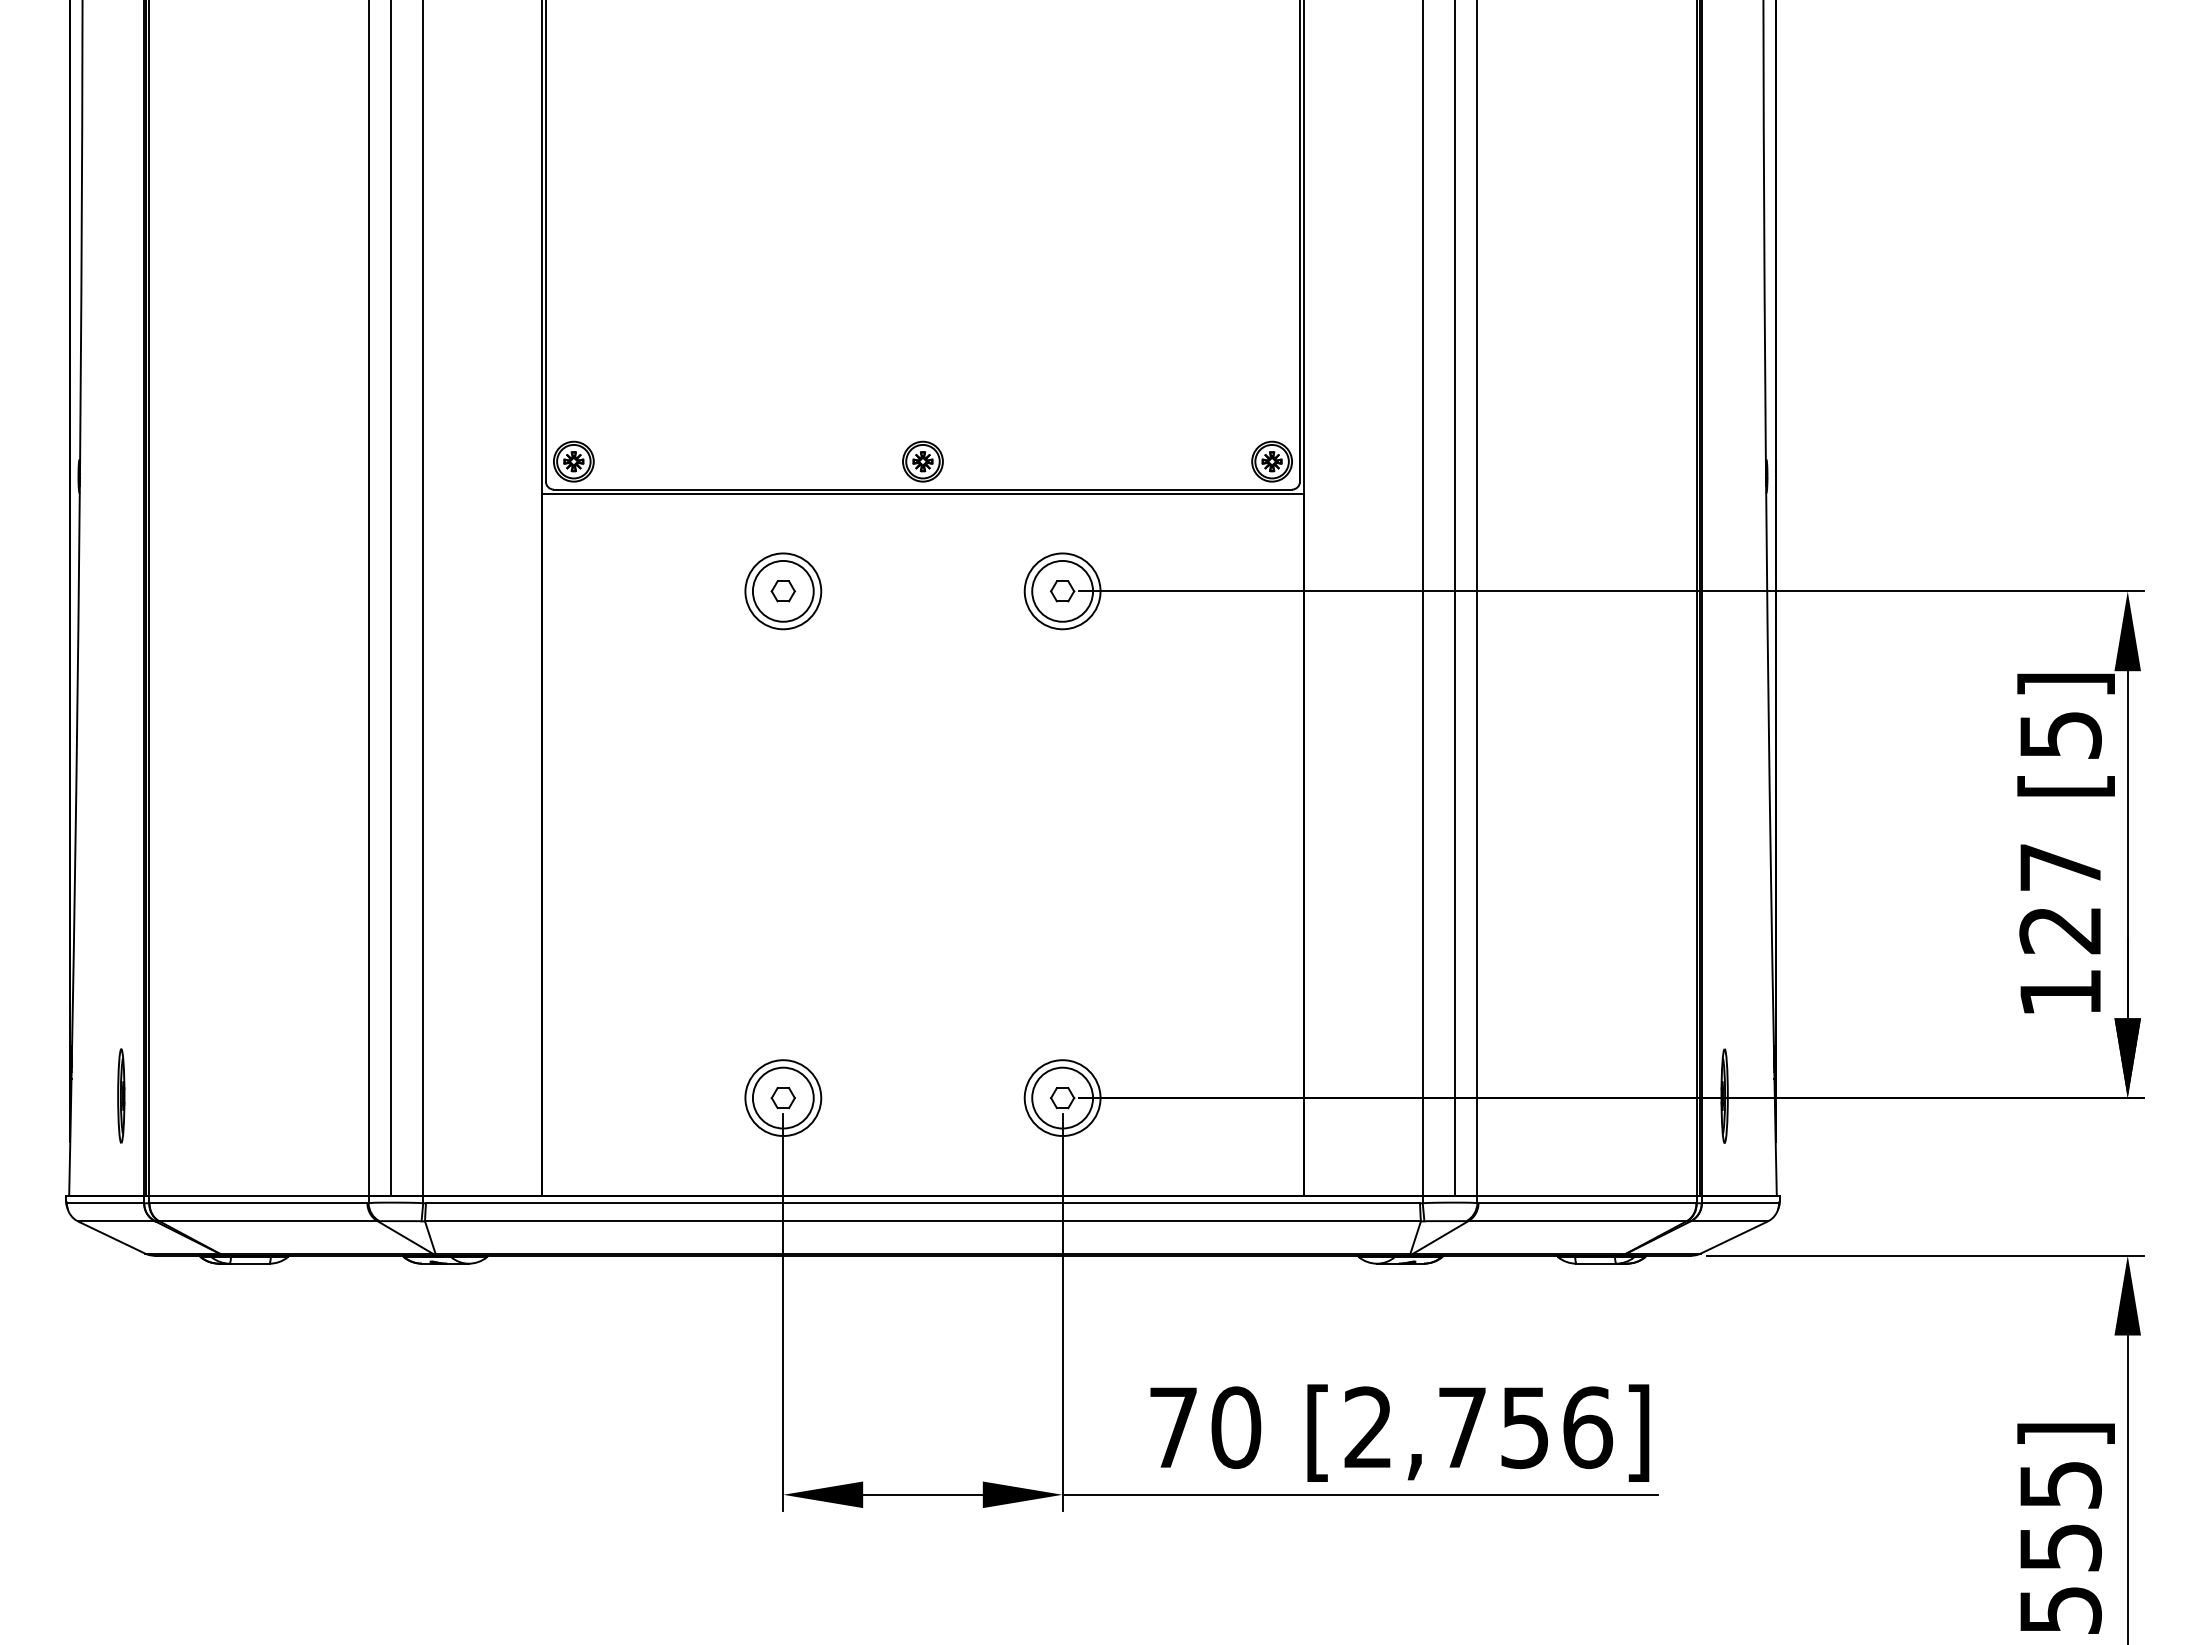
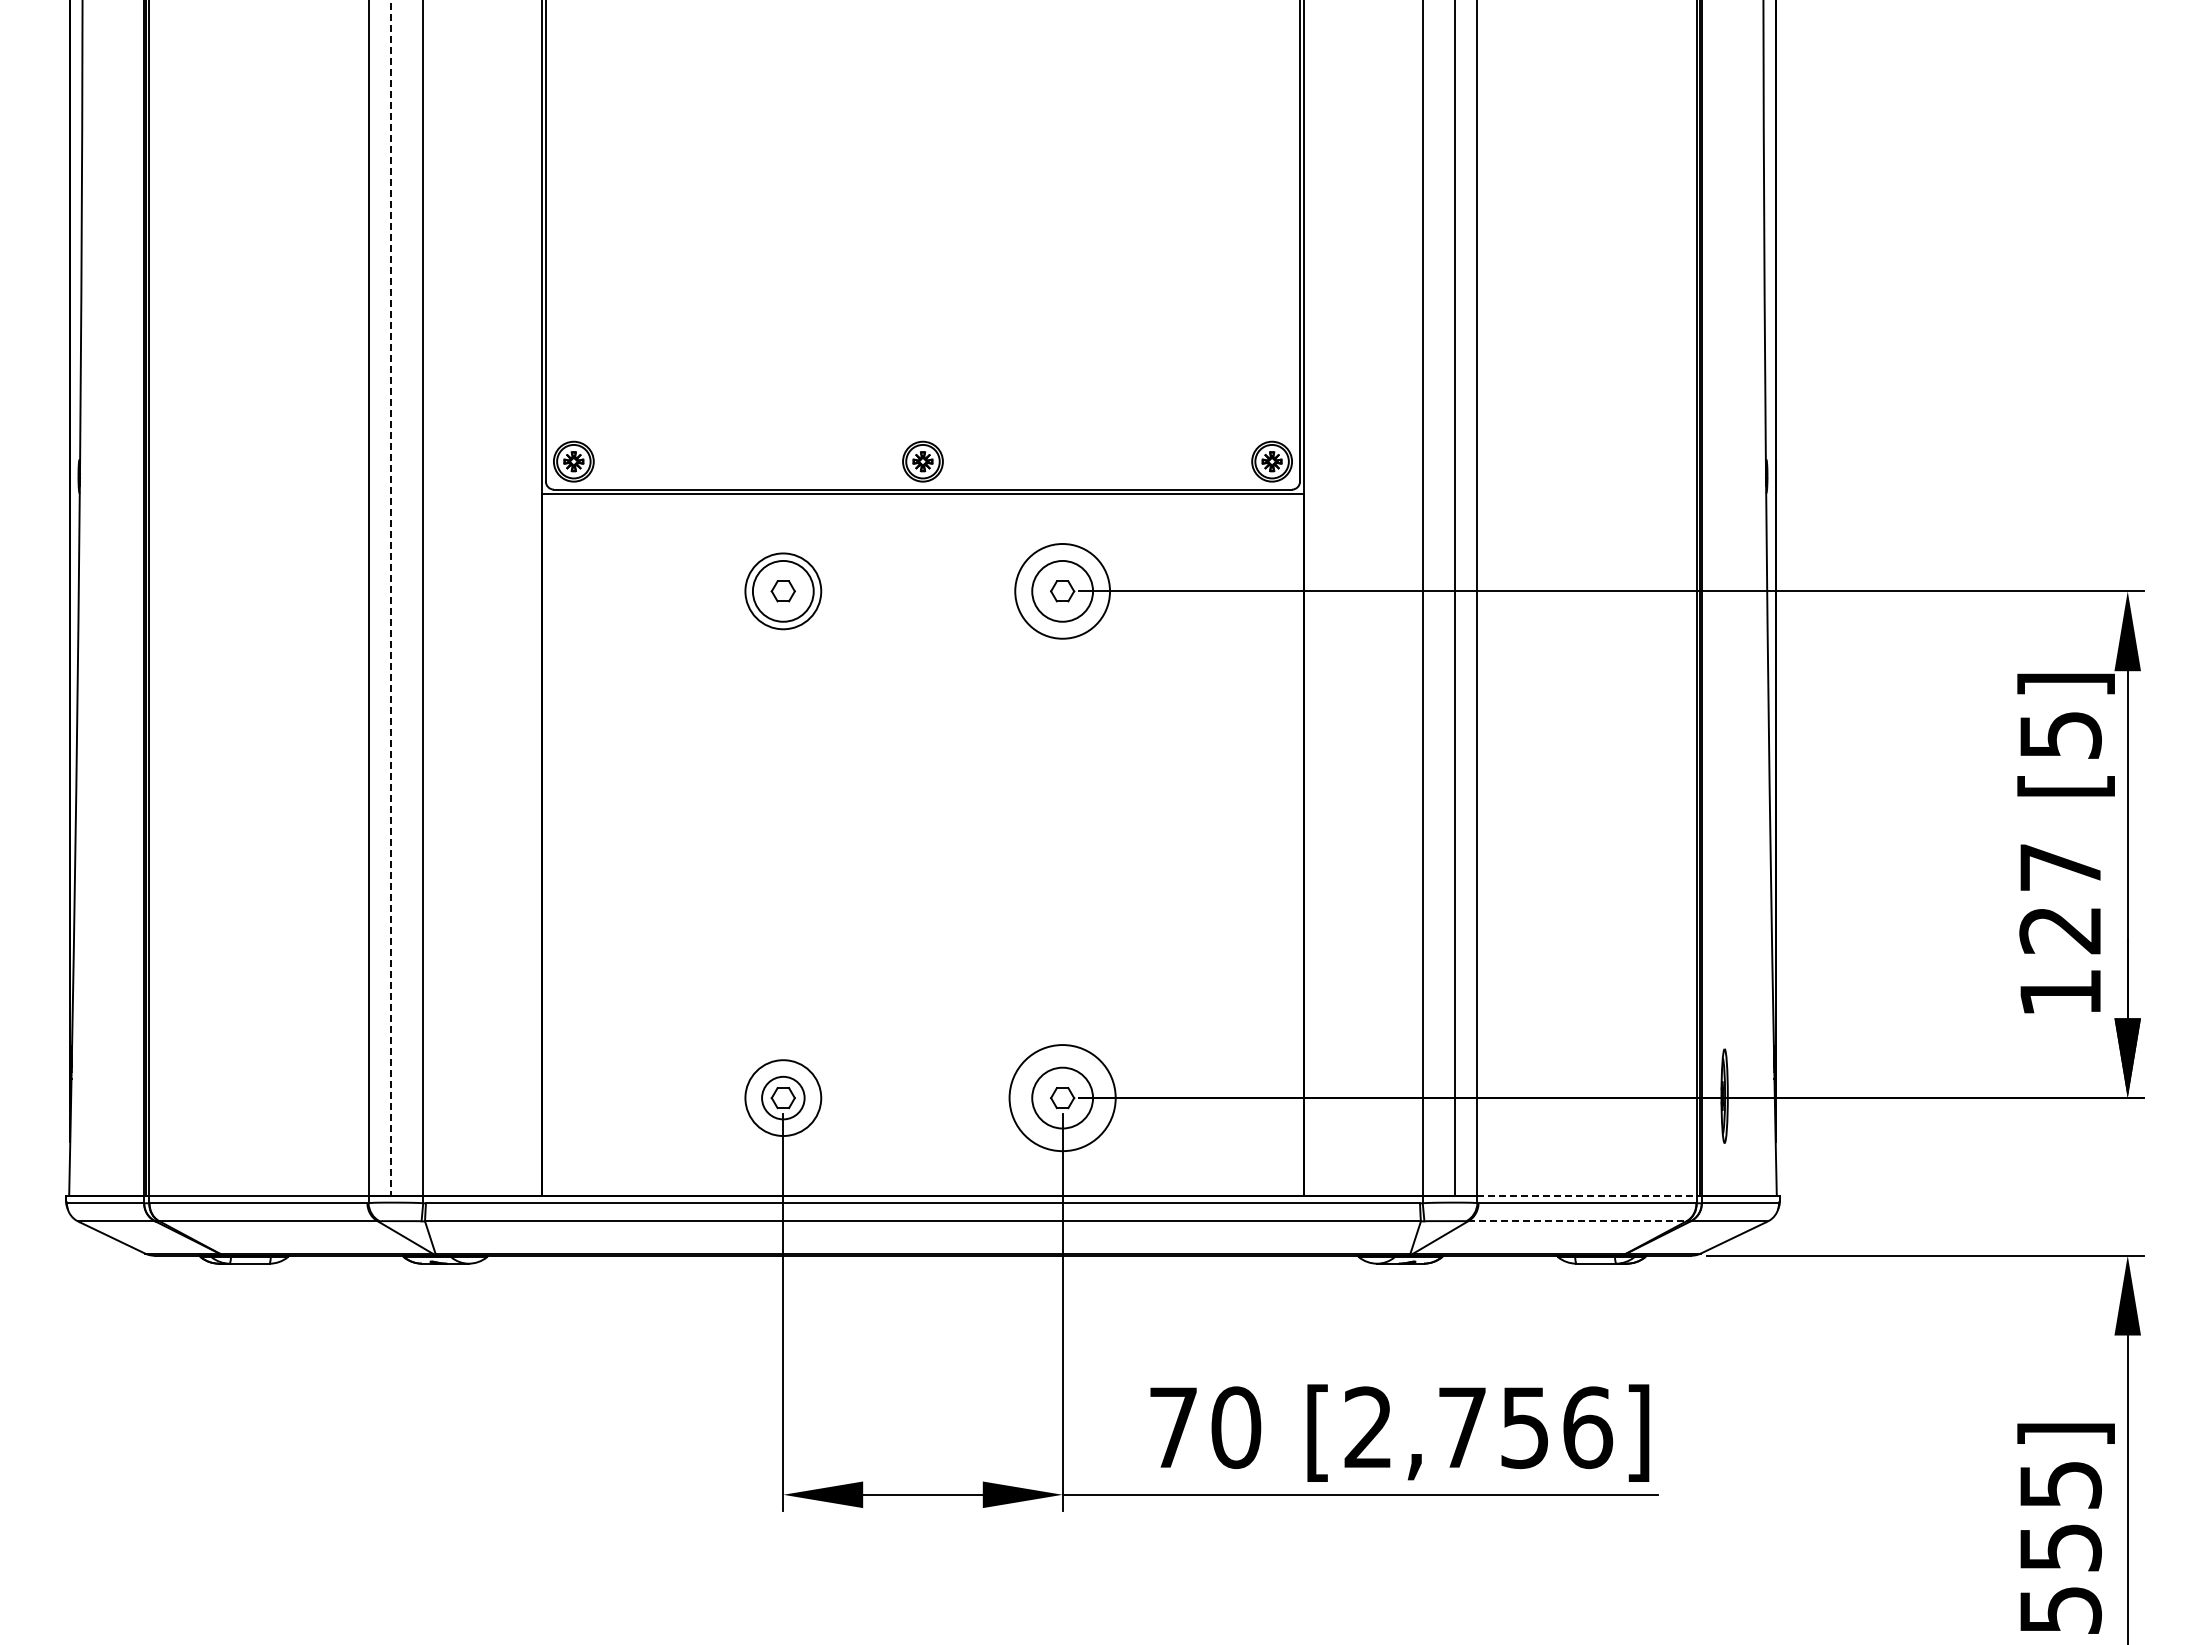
circle at (1062, 591) diameter: 76 px -> 95 px
line at (390, 598): solid -> dashed
part at (121, 1095): present -> none
circle at (782, 1097) diameter: 61 px -> 43 px
circle at (1062, 1098) diameter: 76 px -> 106 px
line at (1587, 1195): solid -> dashed
line at (1577, 1221): solid -> dashed
